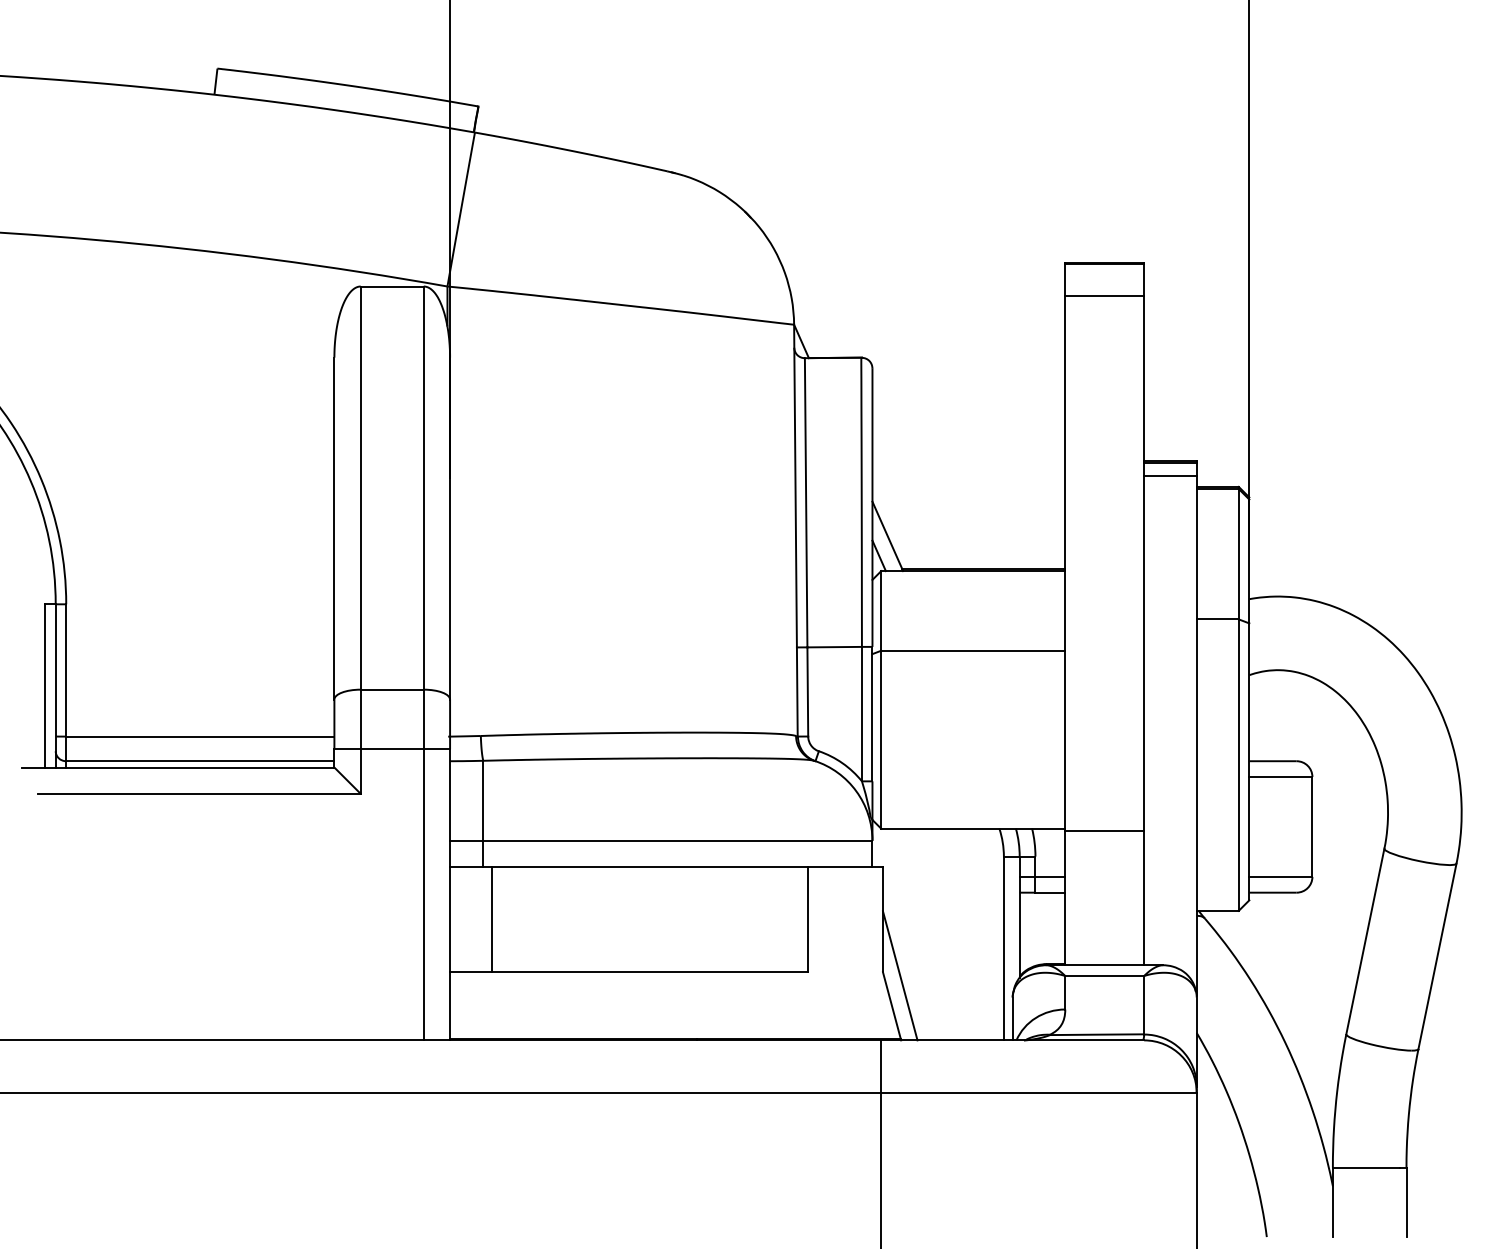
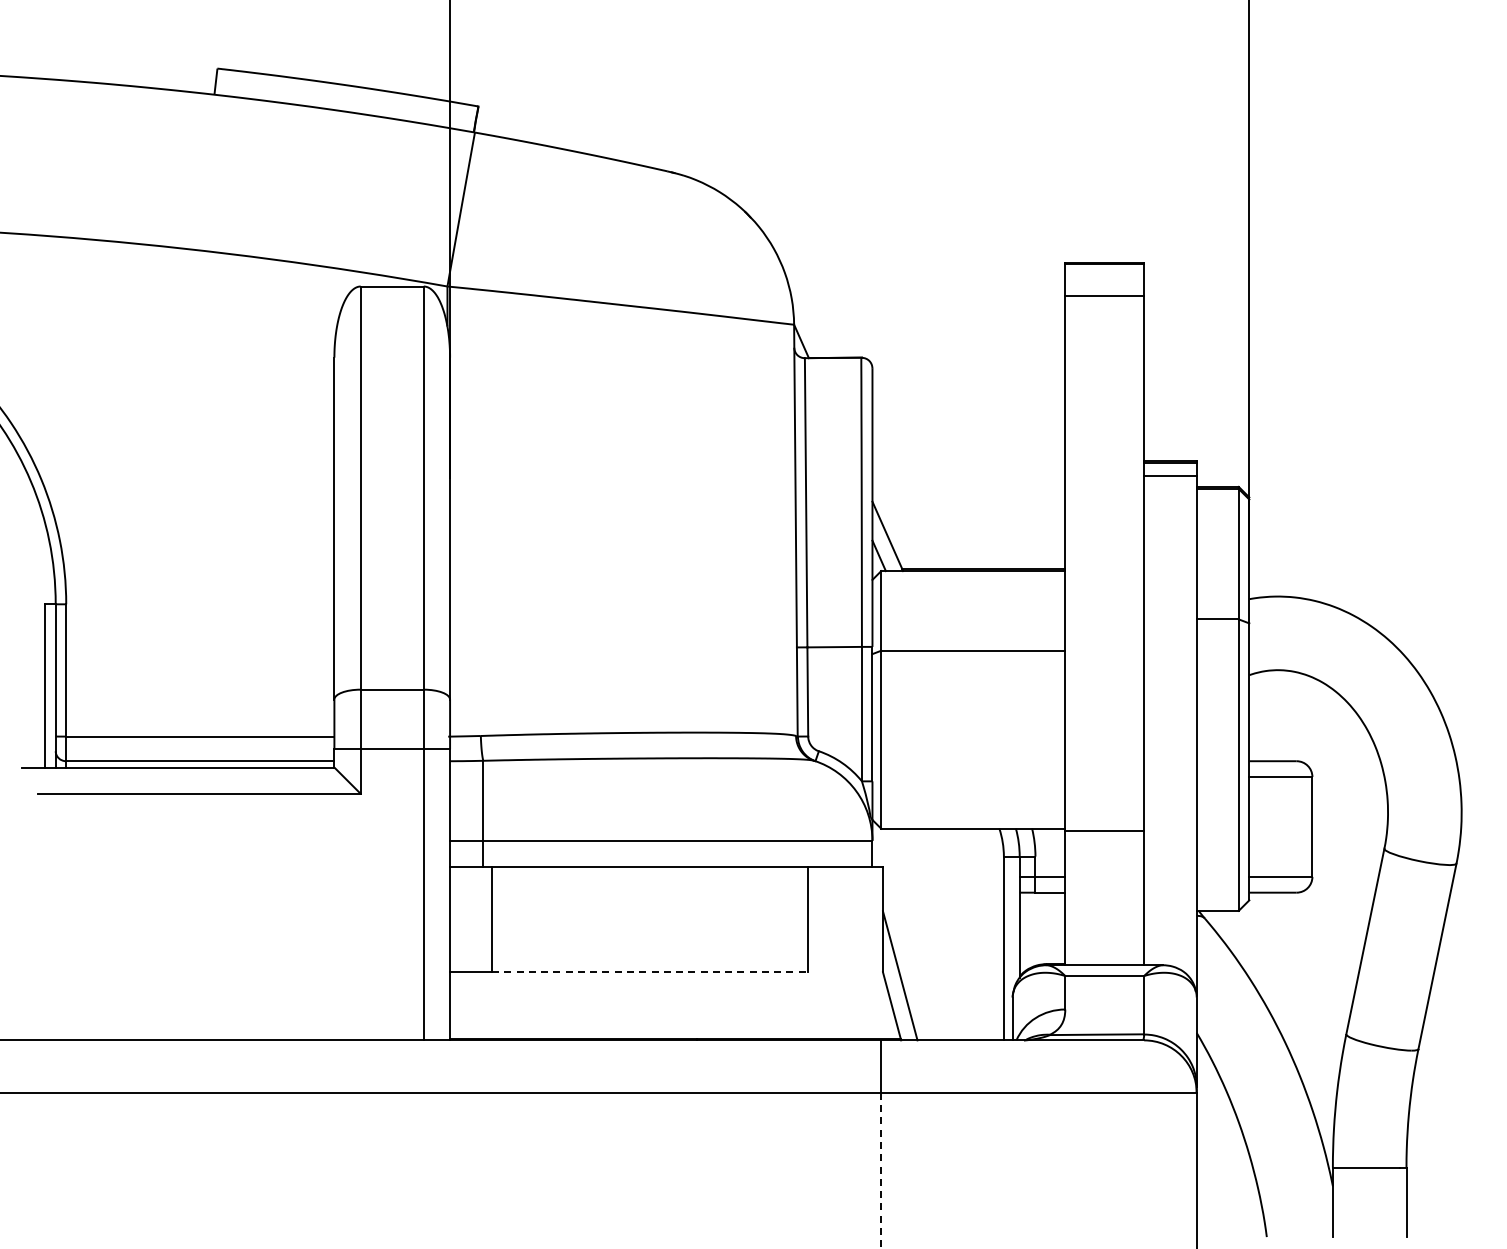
line at (649, 972): solid -> dashed
line at (881, 1170): solid -> dashed
